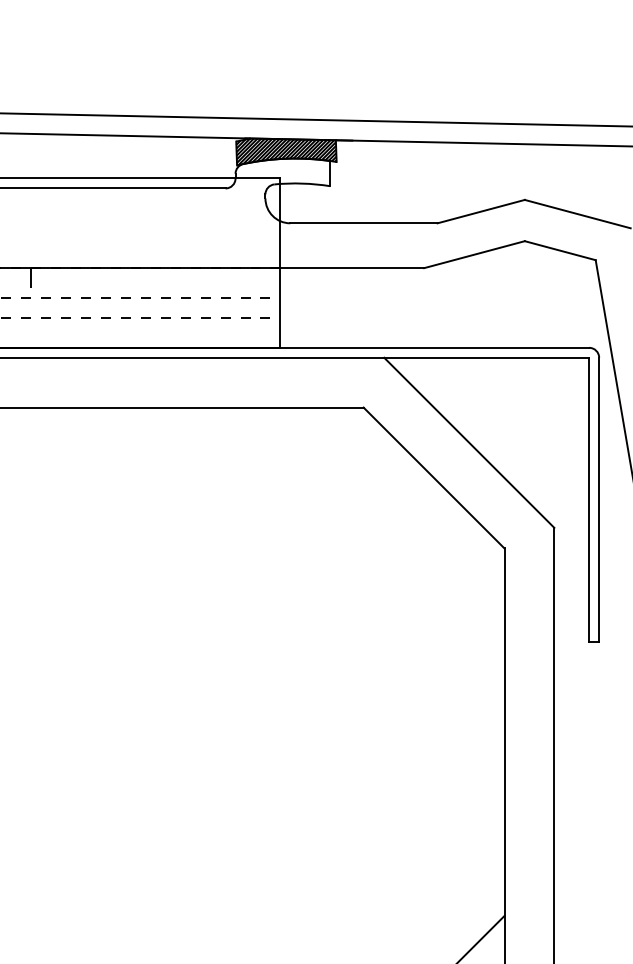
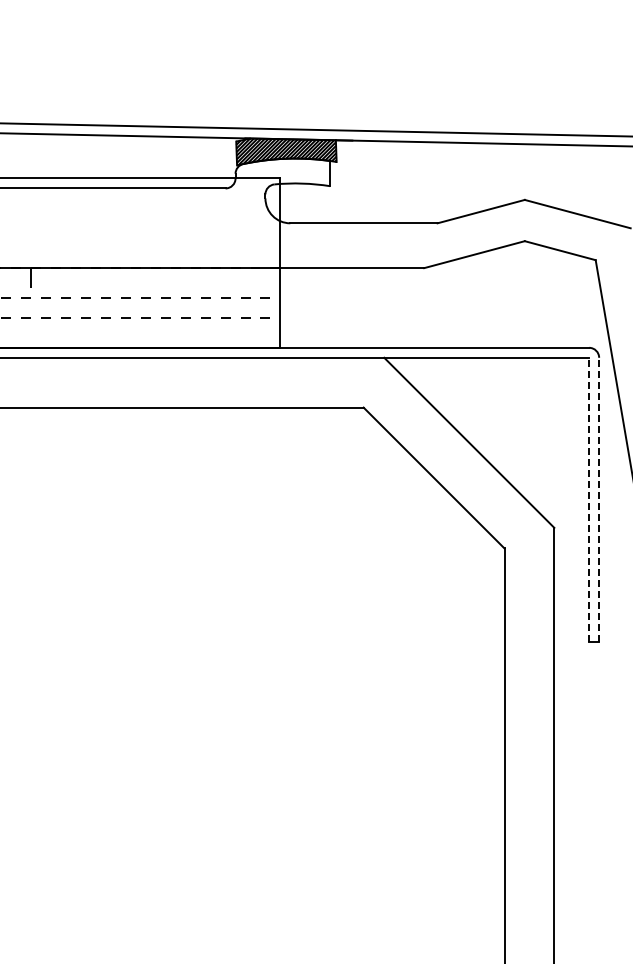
line at (315, 119) position: (315, 119) -> (315, 129)
line at (589, 499): solid -> dashed
line at (599, 499): solid -> dashed
line at (481, 937): present -> none
